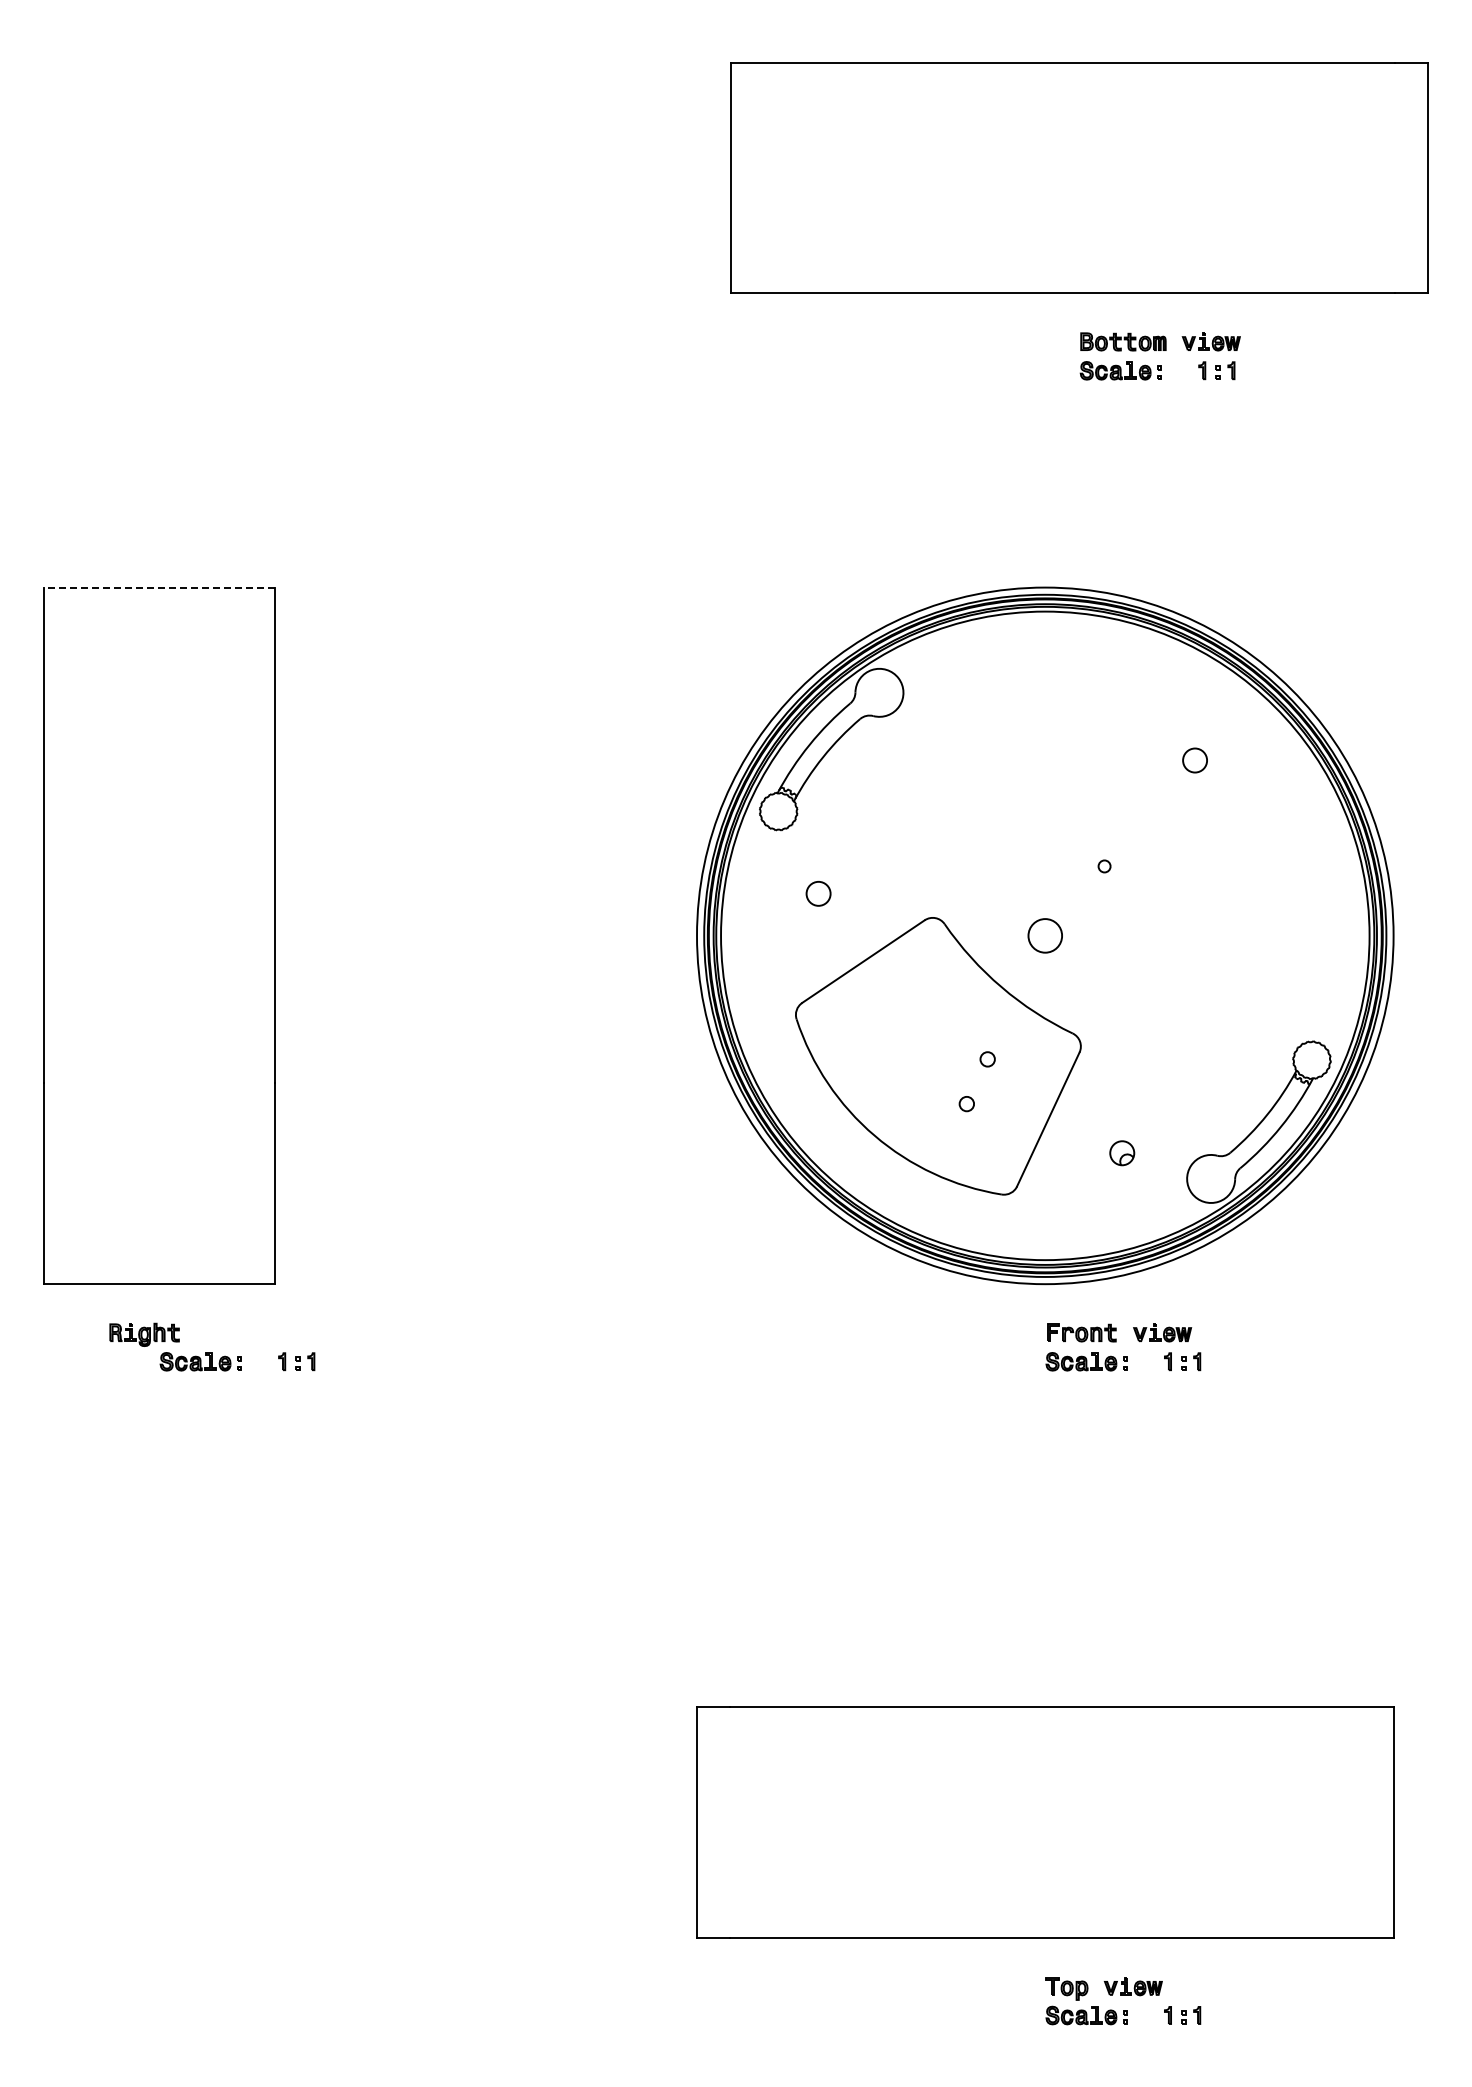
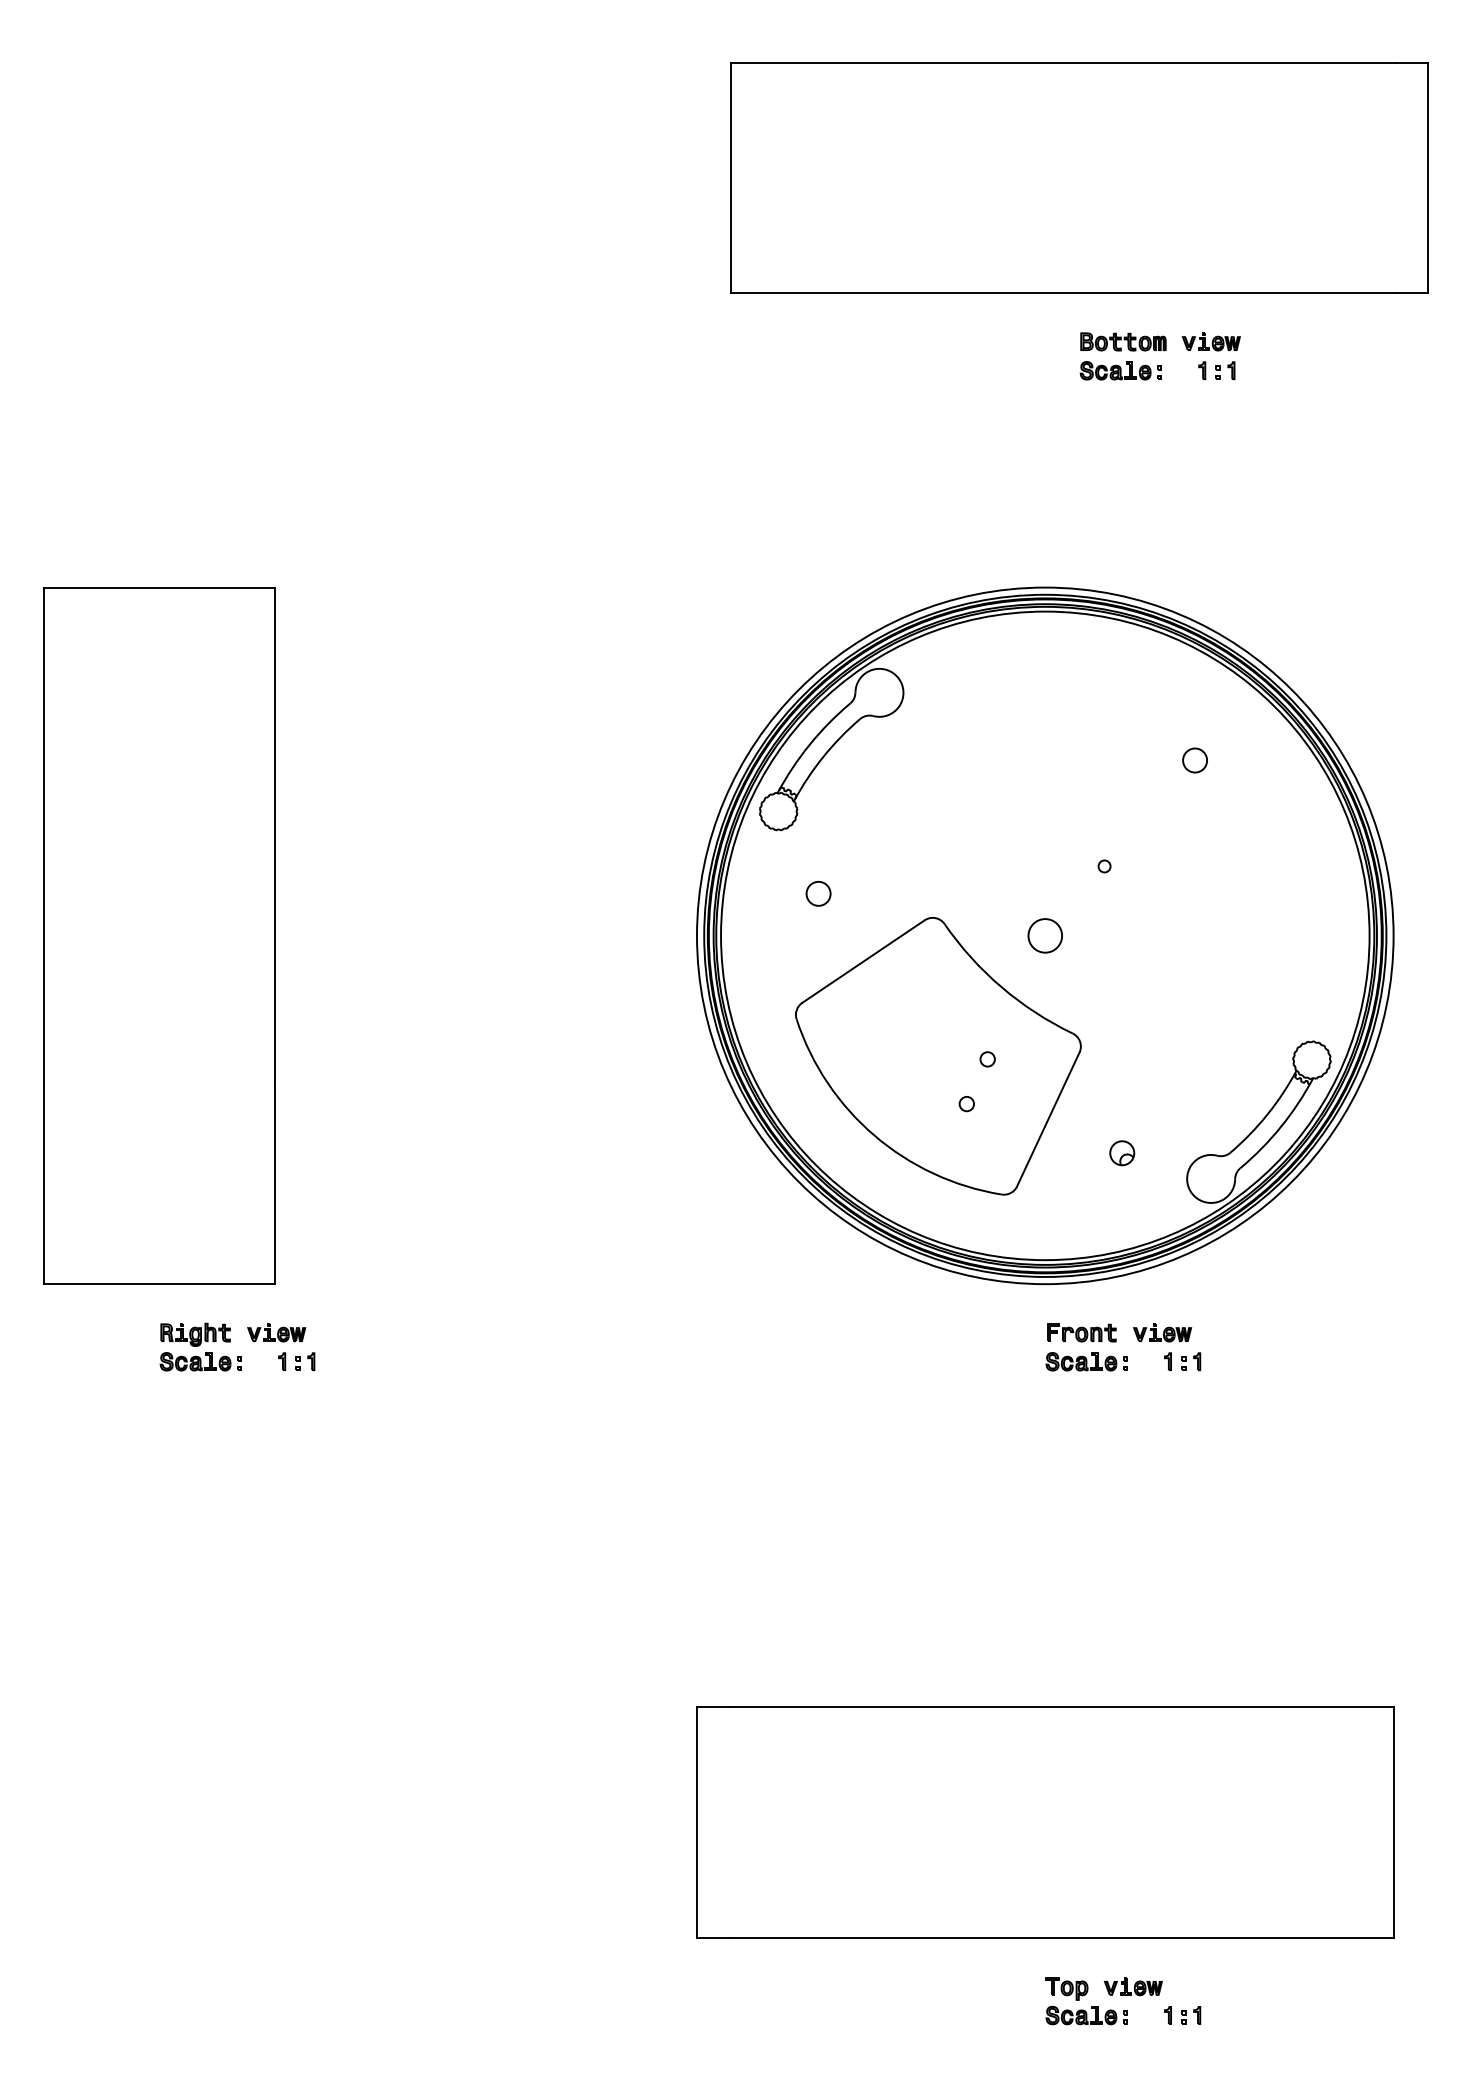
line at (158, 587): dashed -> solid
part at (276, 1332): none -> present
part at (144, 1334) position: (144, 1334) -> (195, 1334)
